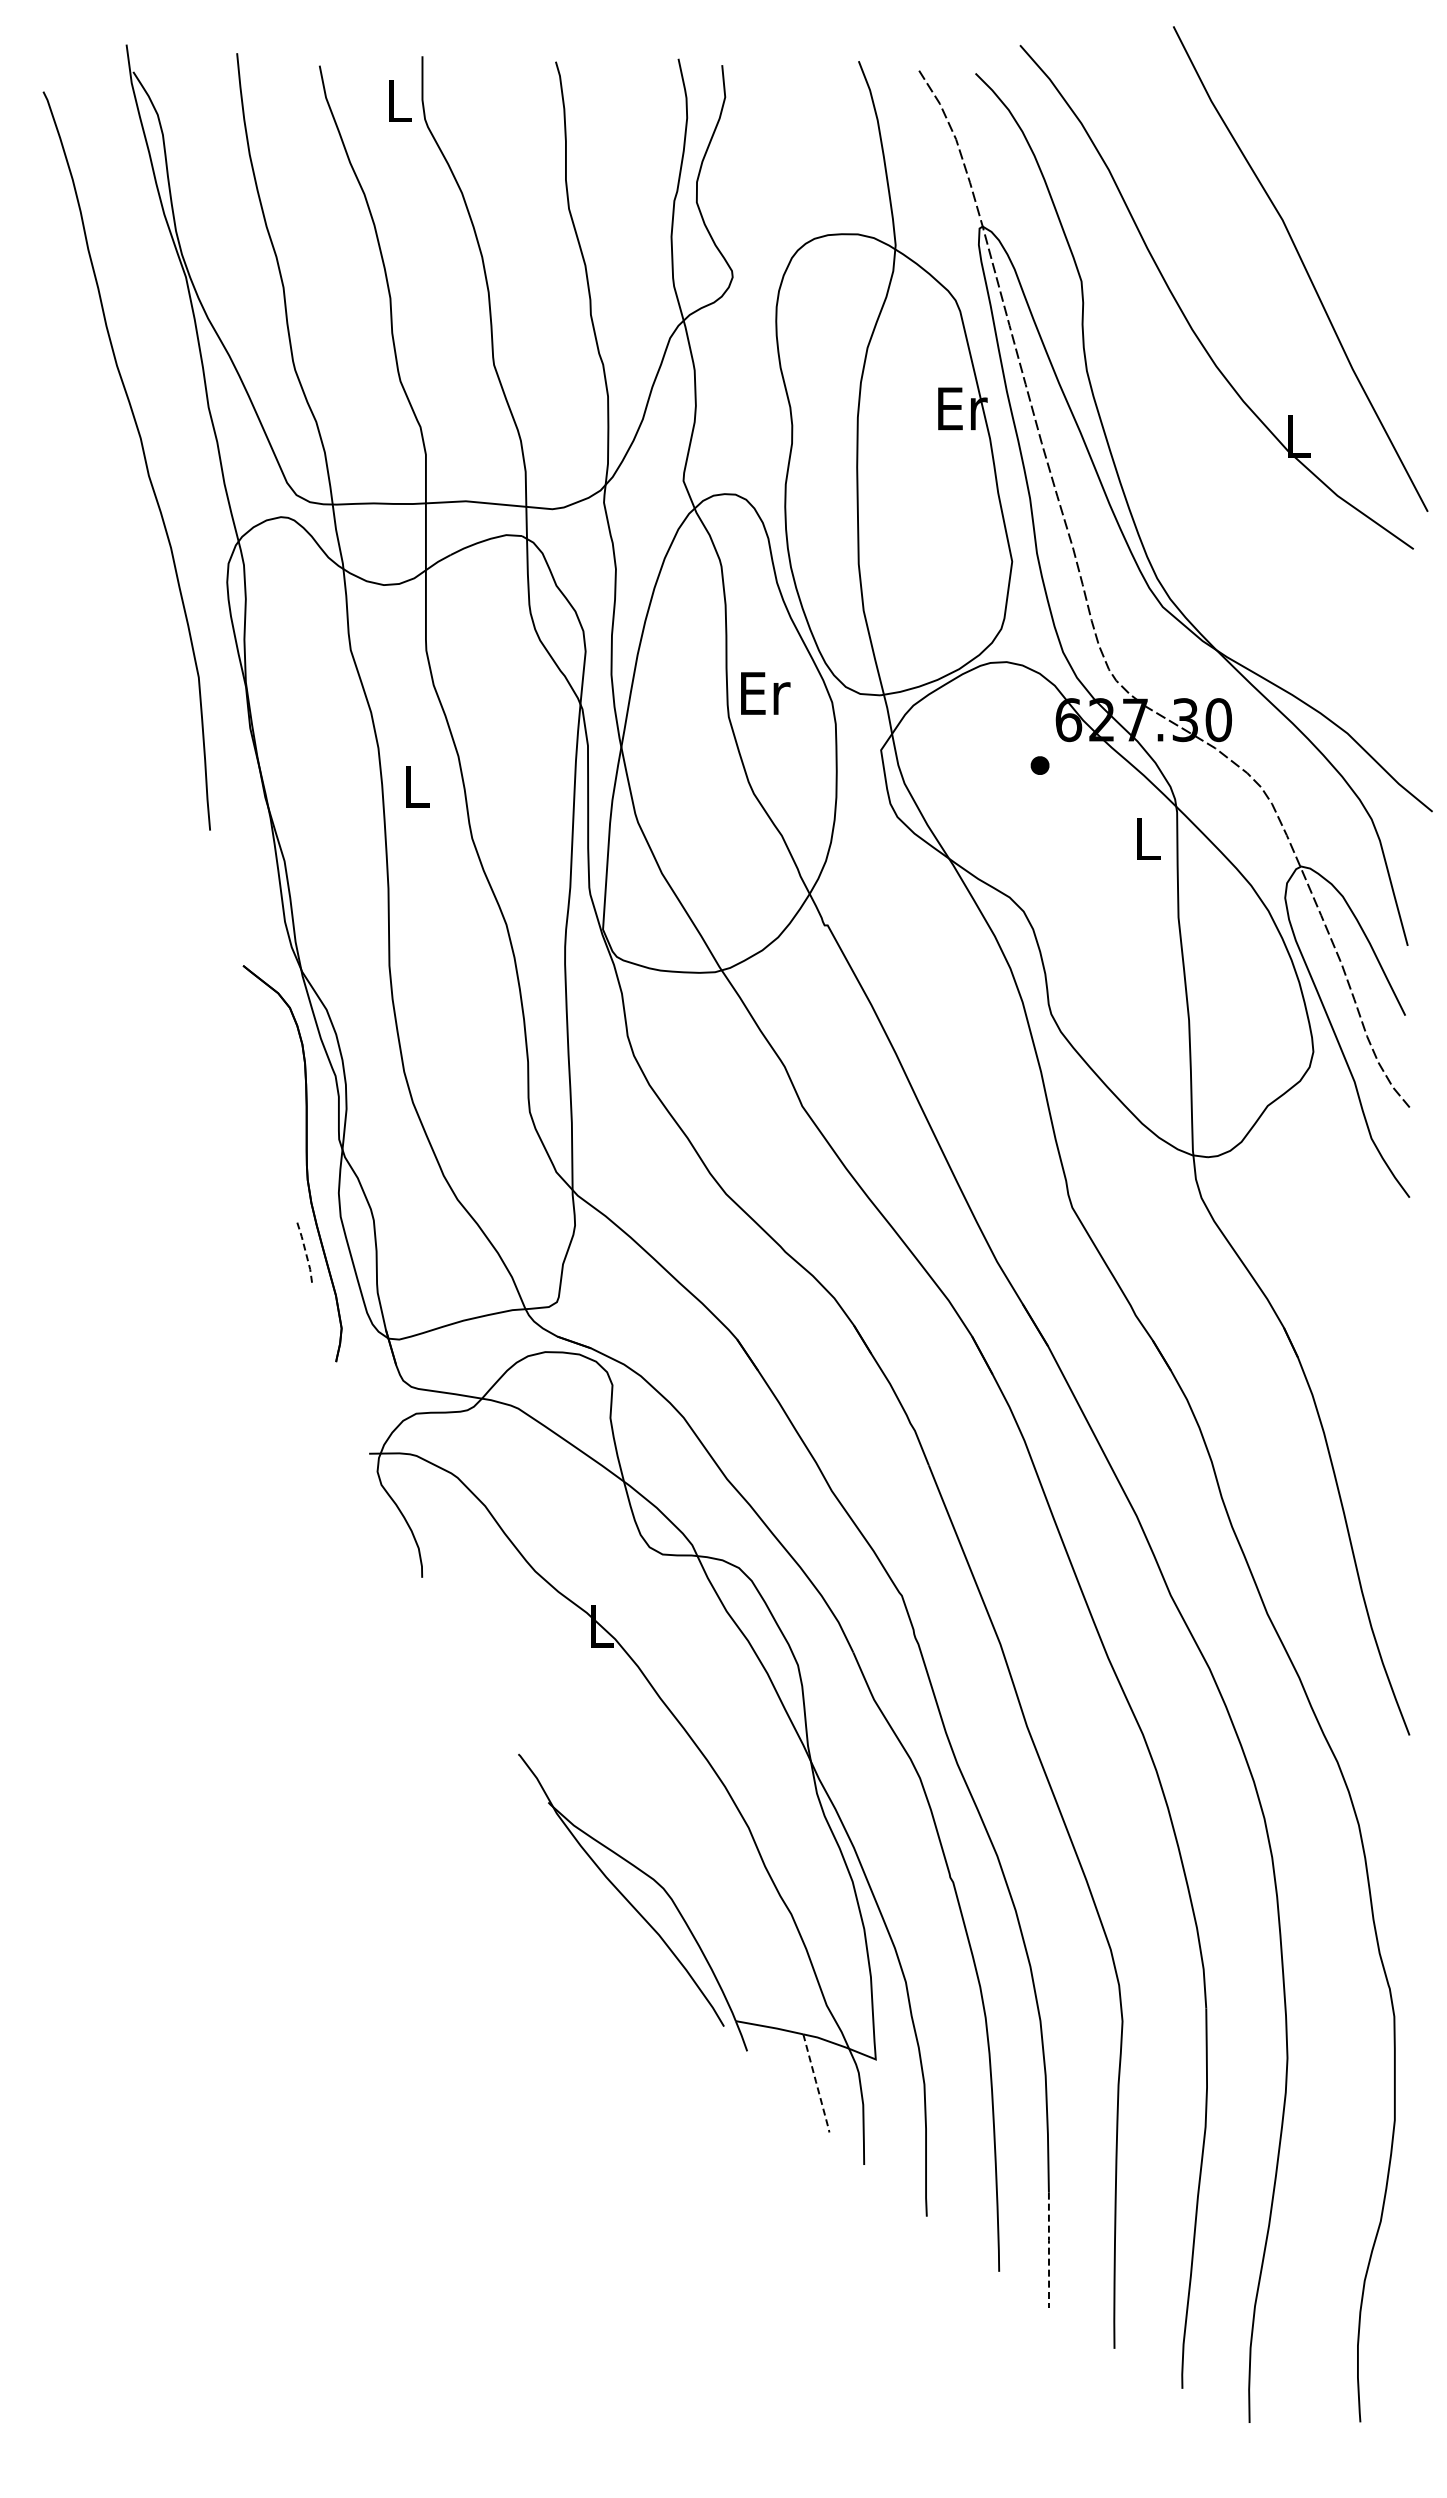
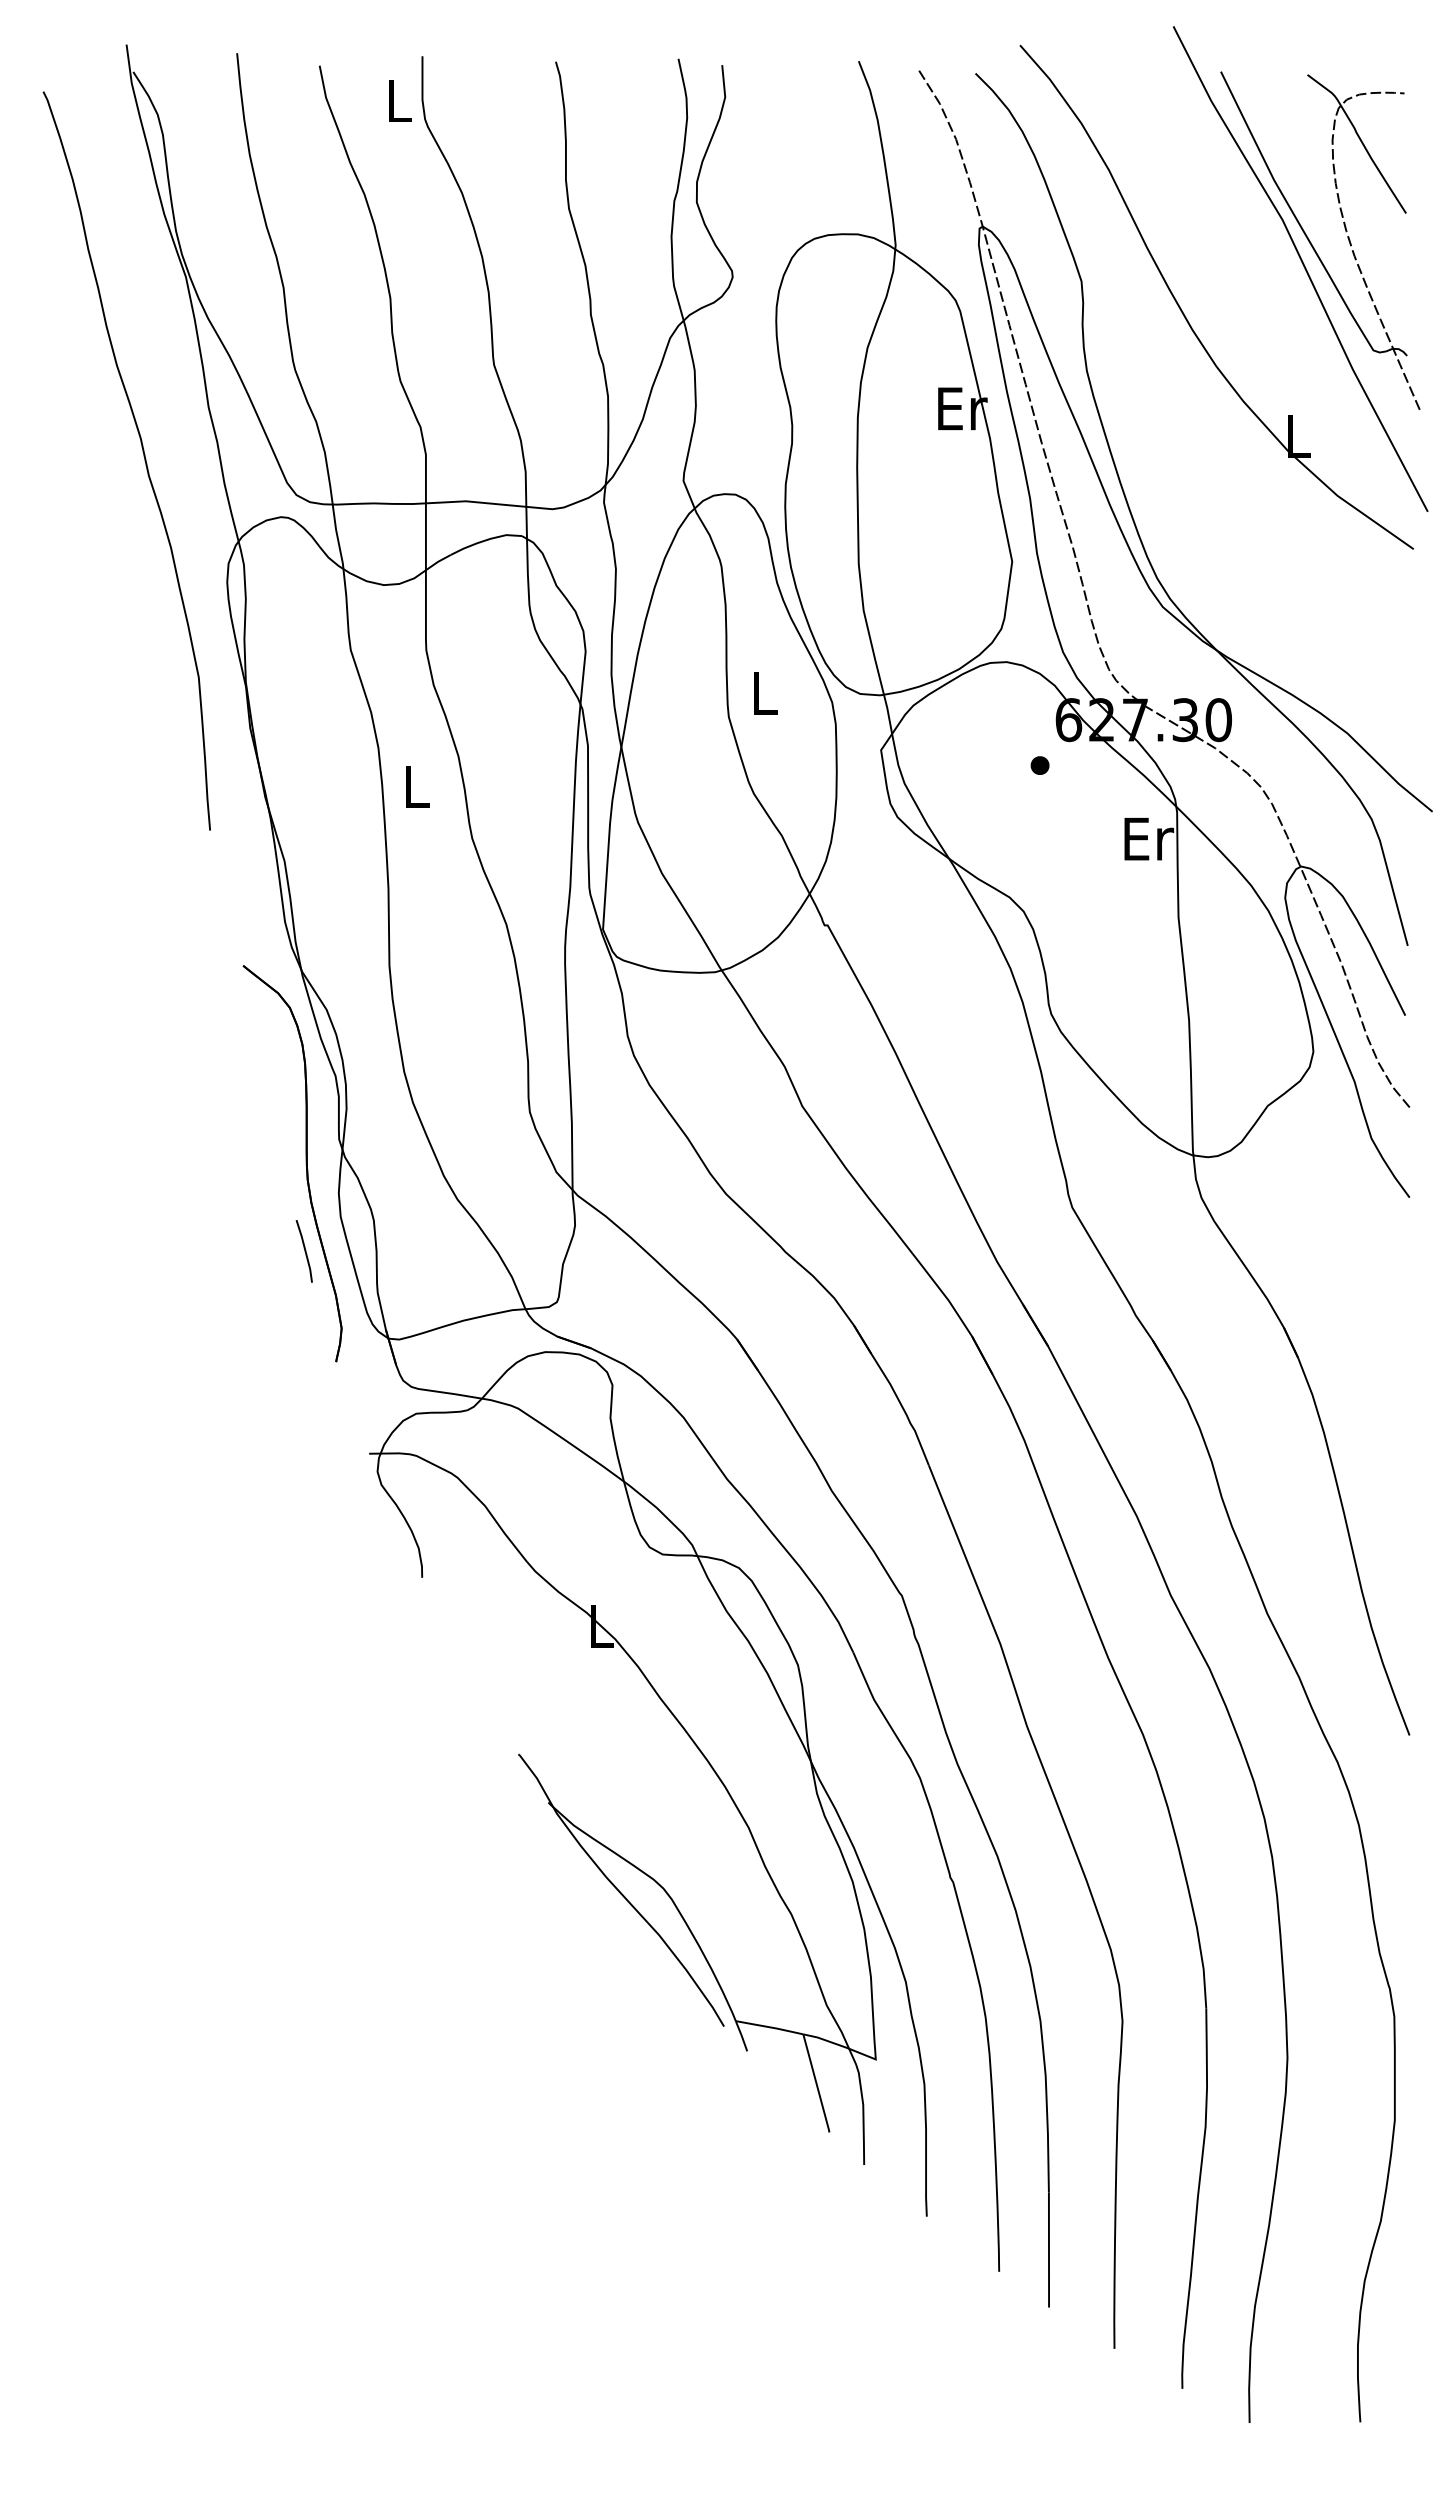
part at (1312, 244): none -> present
text at (765, 693): Er -> L
text at (1149, 838): L -> Er
line at (305, 1251): dashed -> solid
line at (816, 2083): dashed -> solid
line at (1048, 2250): dashed -> solid
